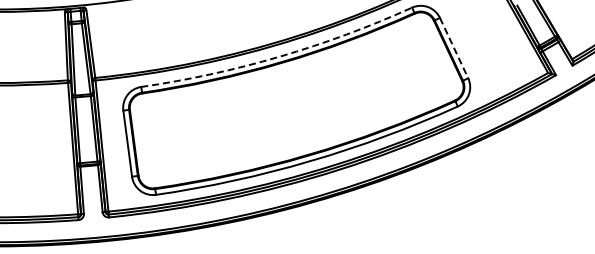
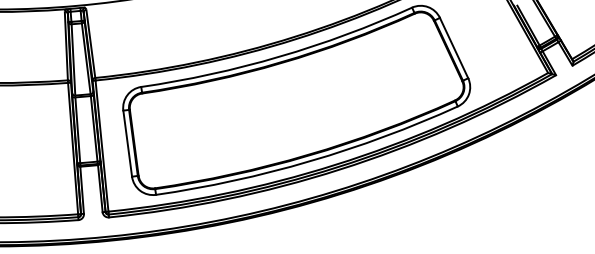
line at (454, 48): dashed -> solid
arc at (279, 56): dashed -> solid
